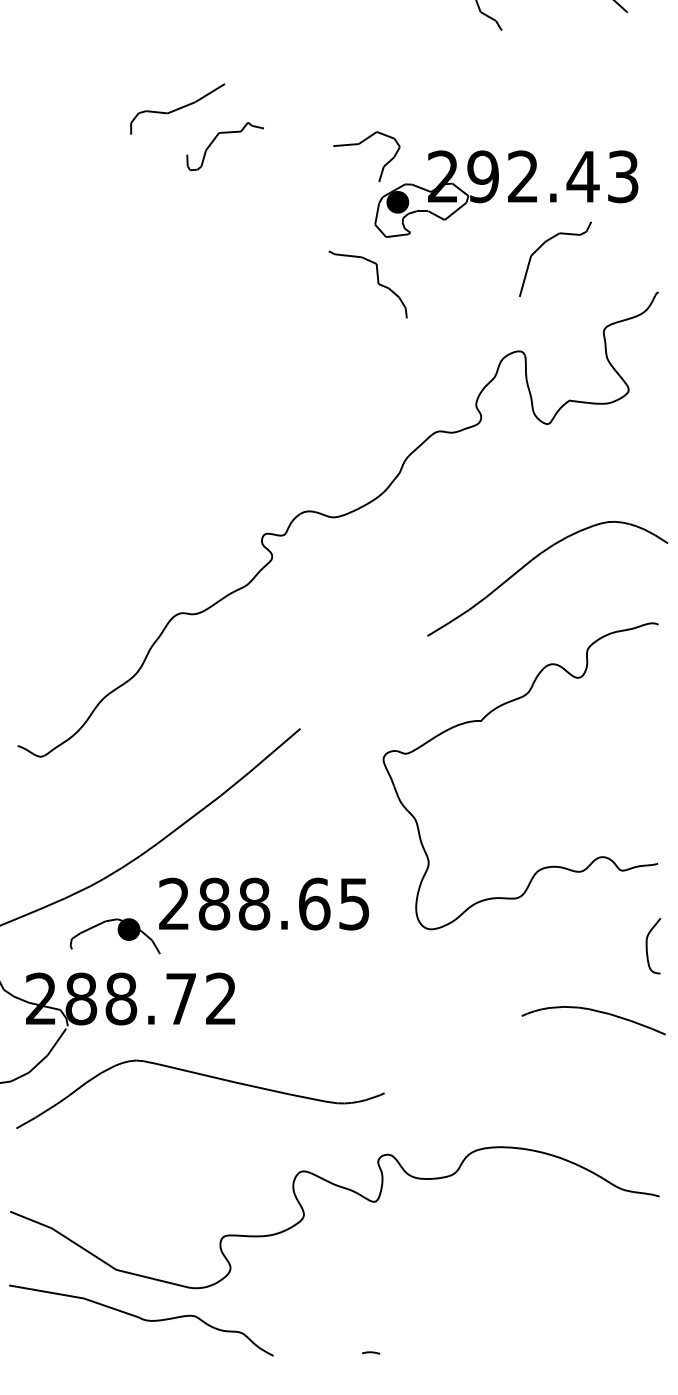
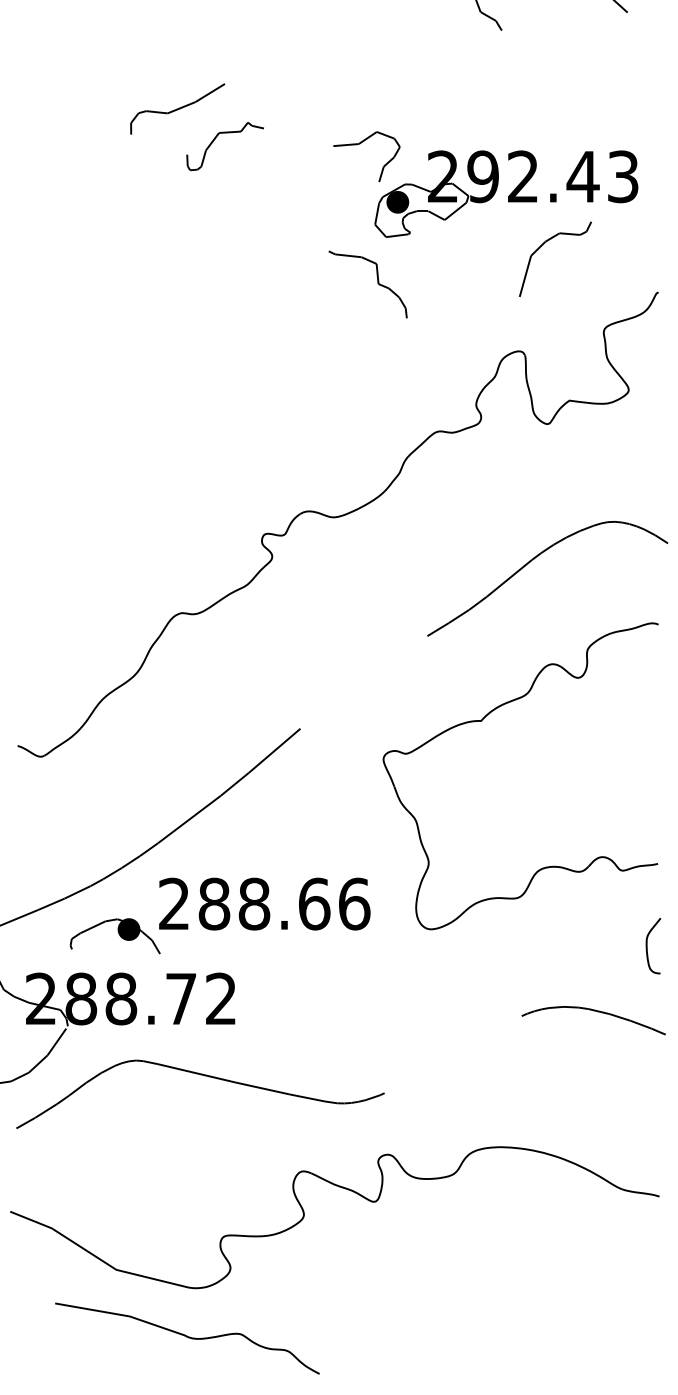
text at (354, 903): 288.65 -> 288.66
curve at (141, 1319) position: (141, 1319) -> (187, 1337)
line at (371, 1352): present -> none
